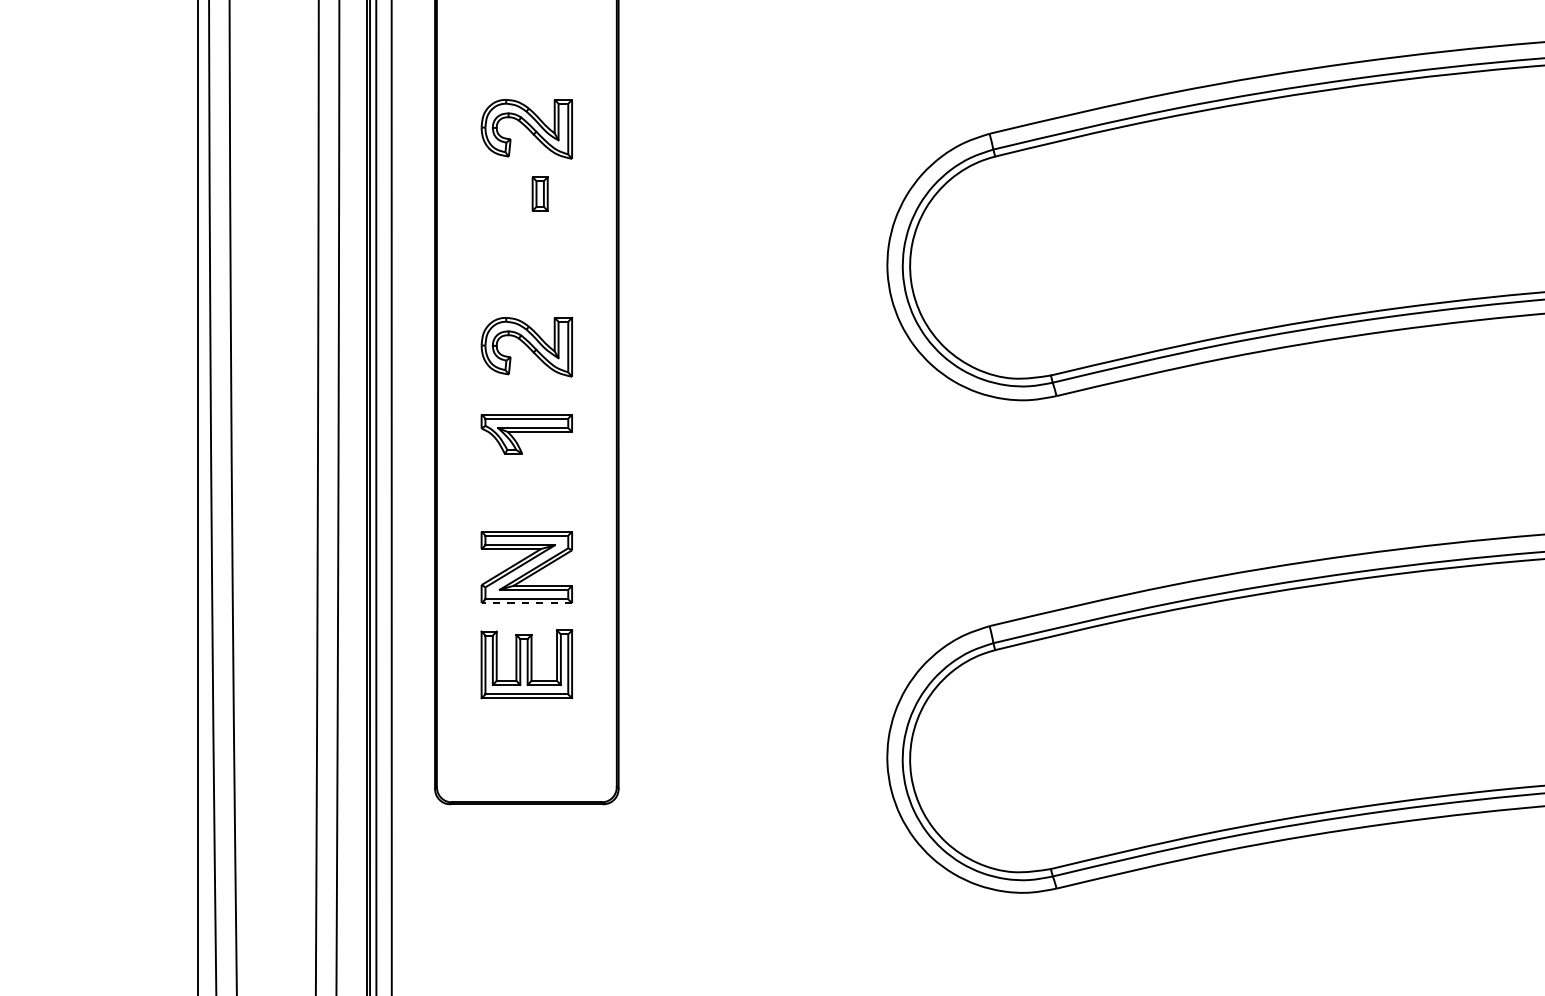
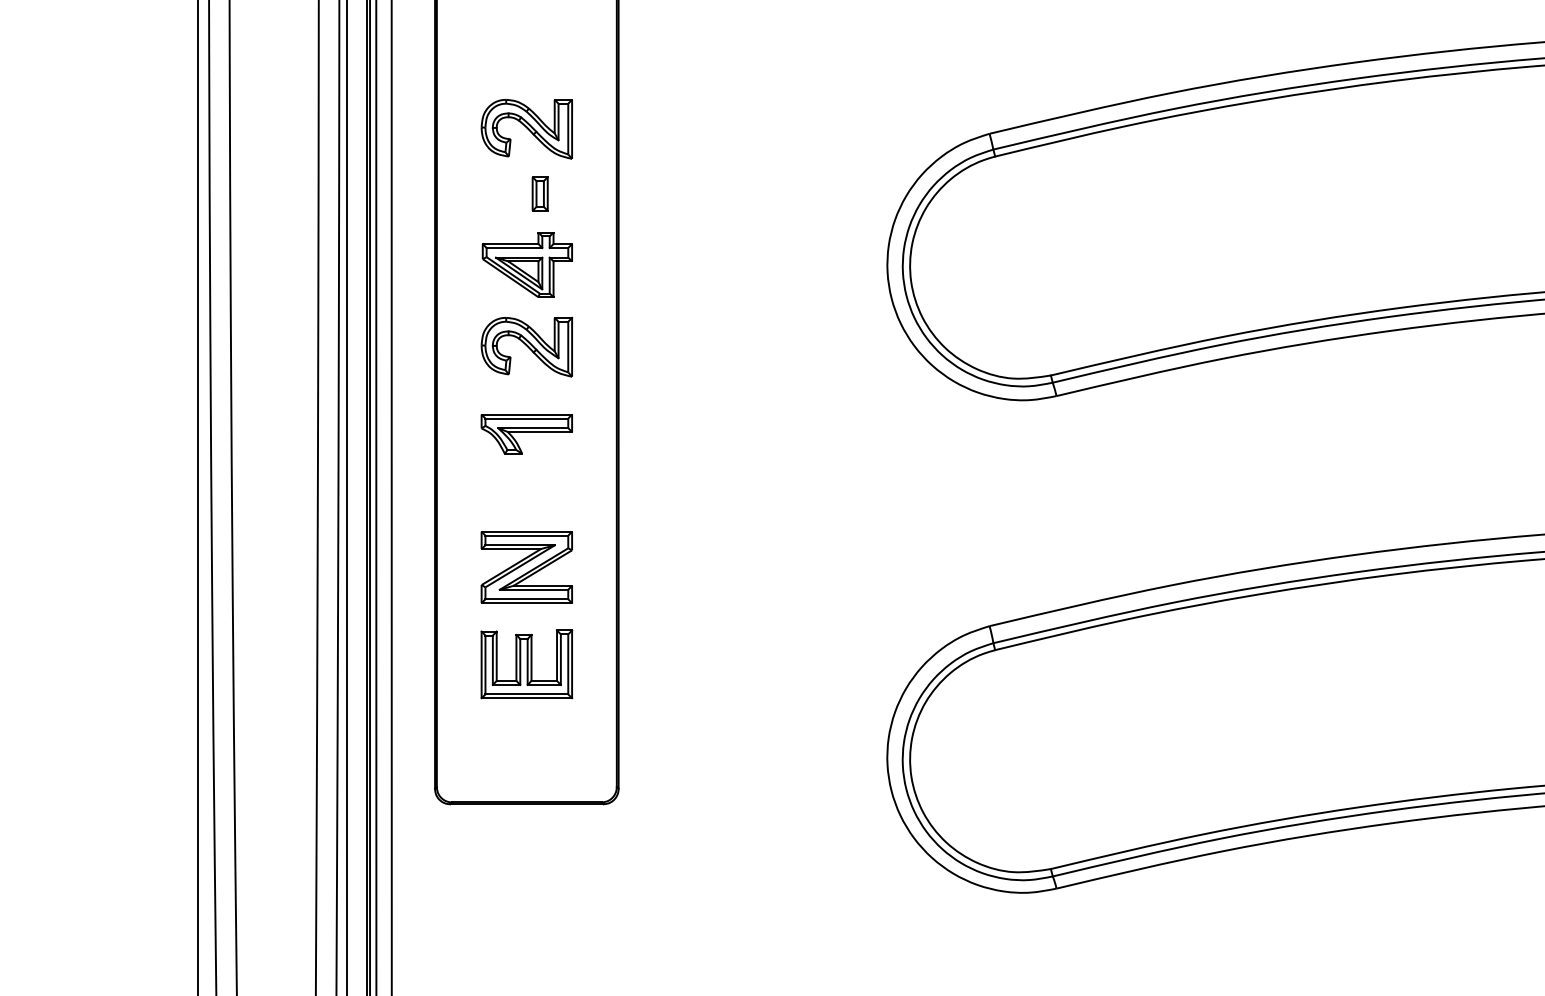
part at (526, 264): none -> present
line at (346, 497): none -> present
line at (526, 603): dashed -> solid
